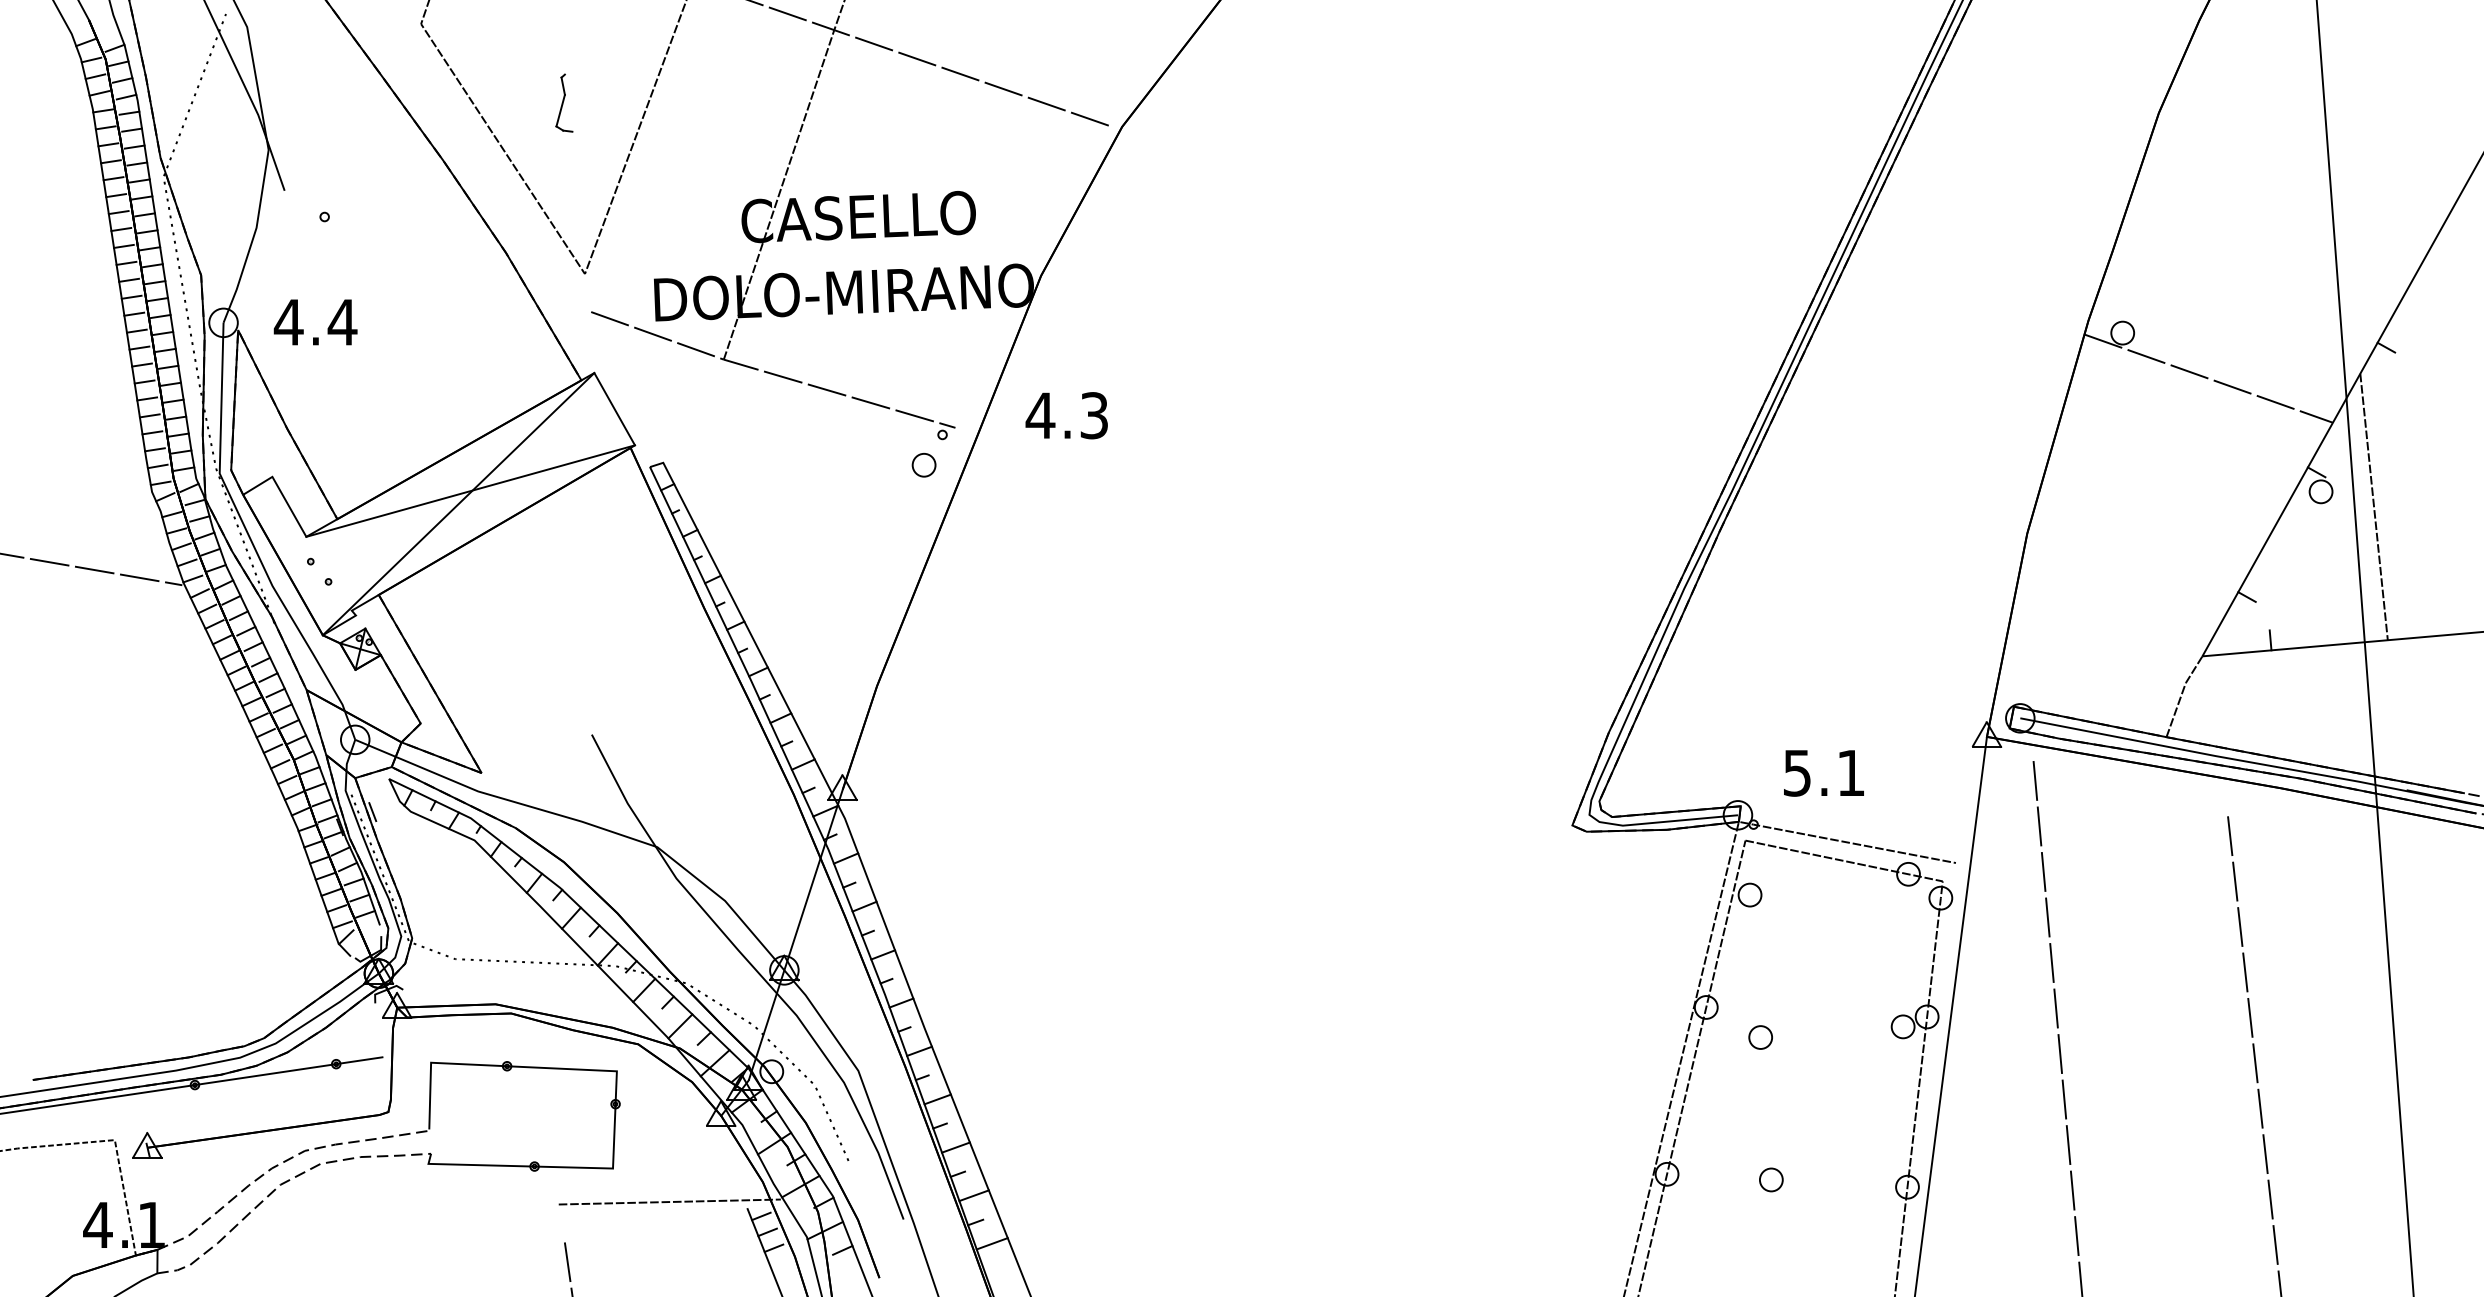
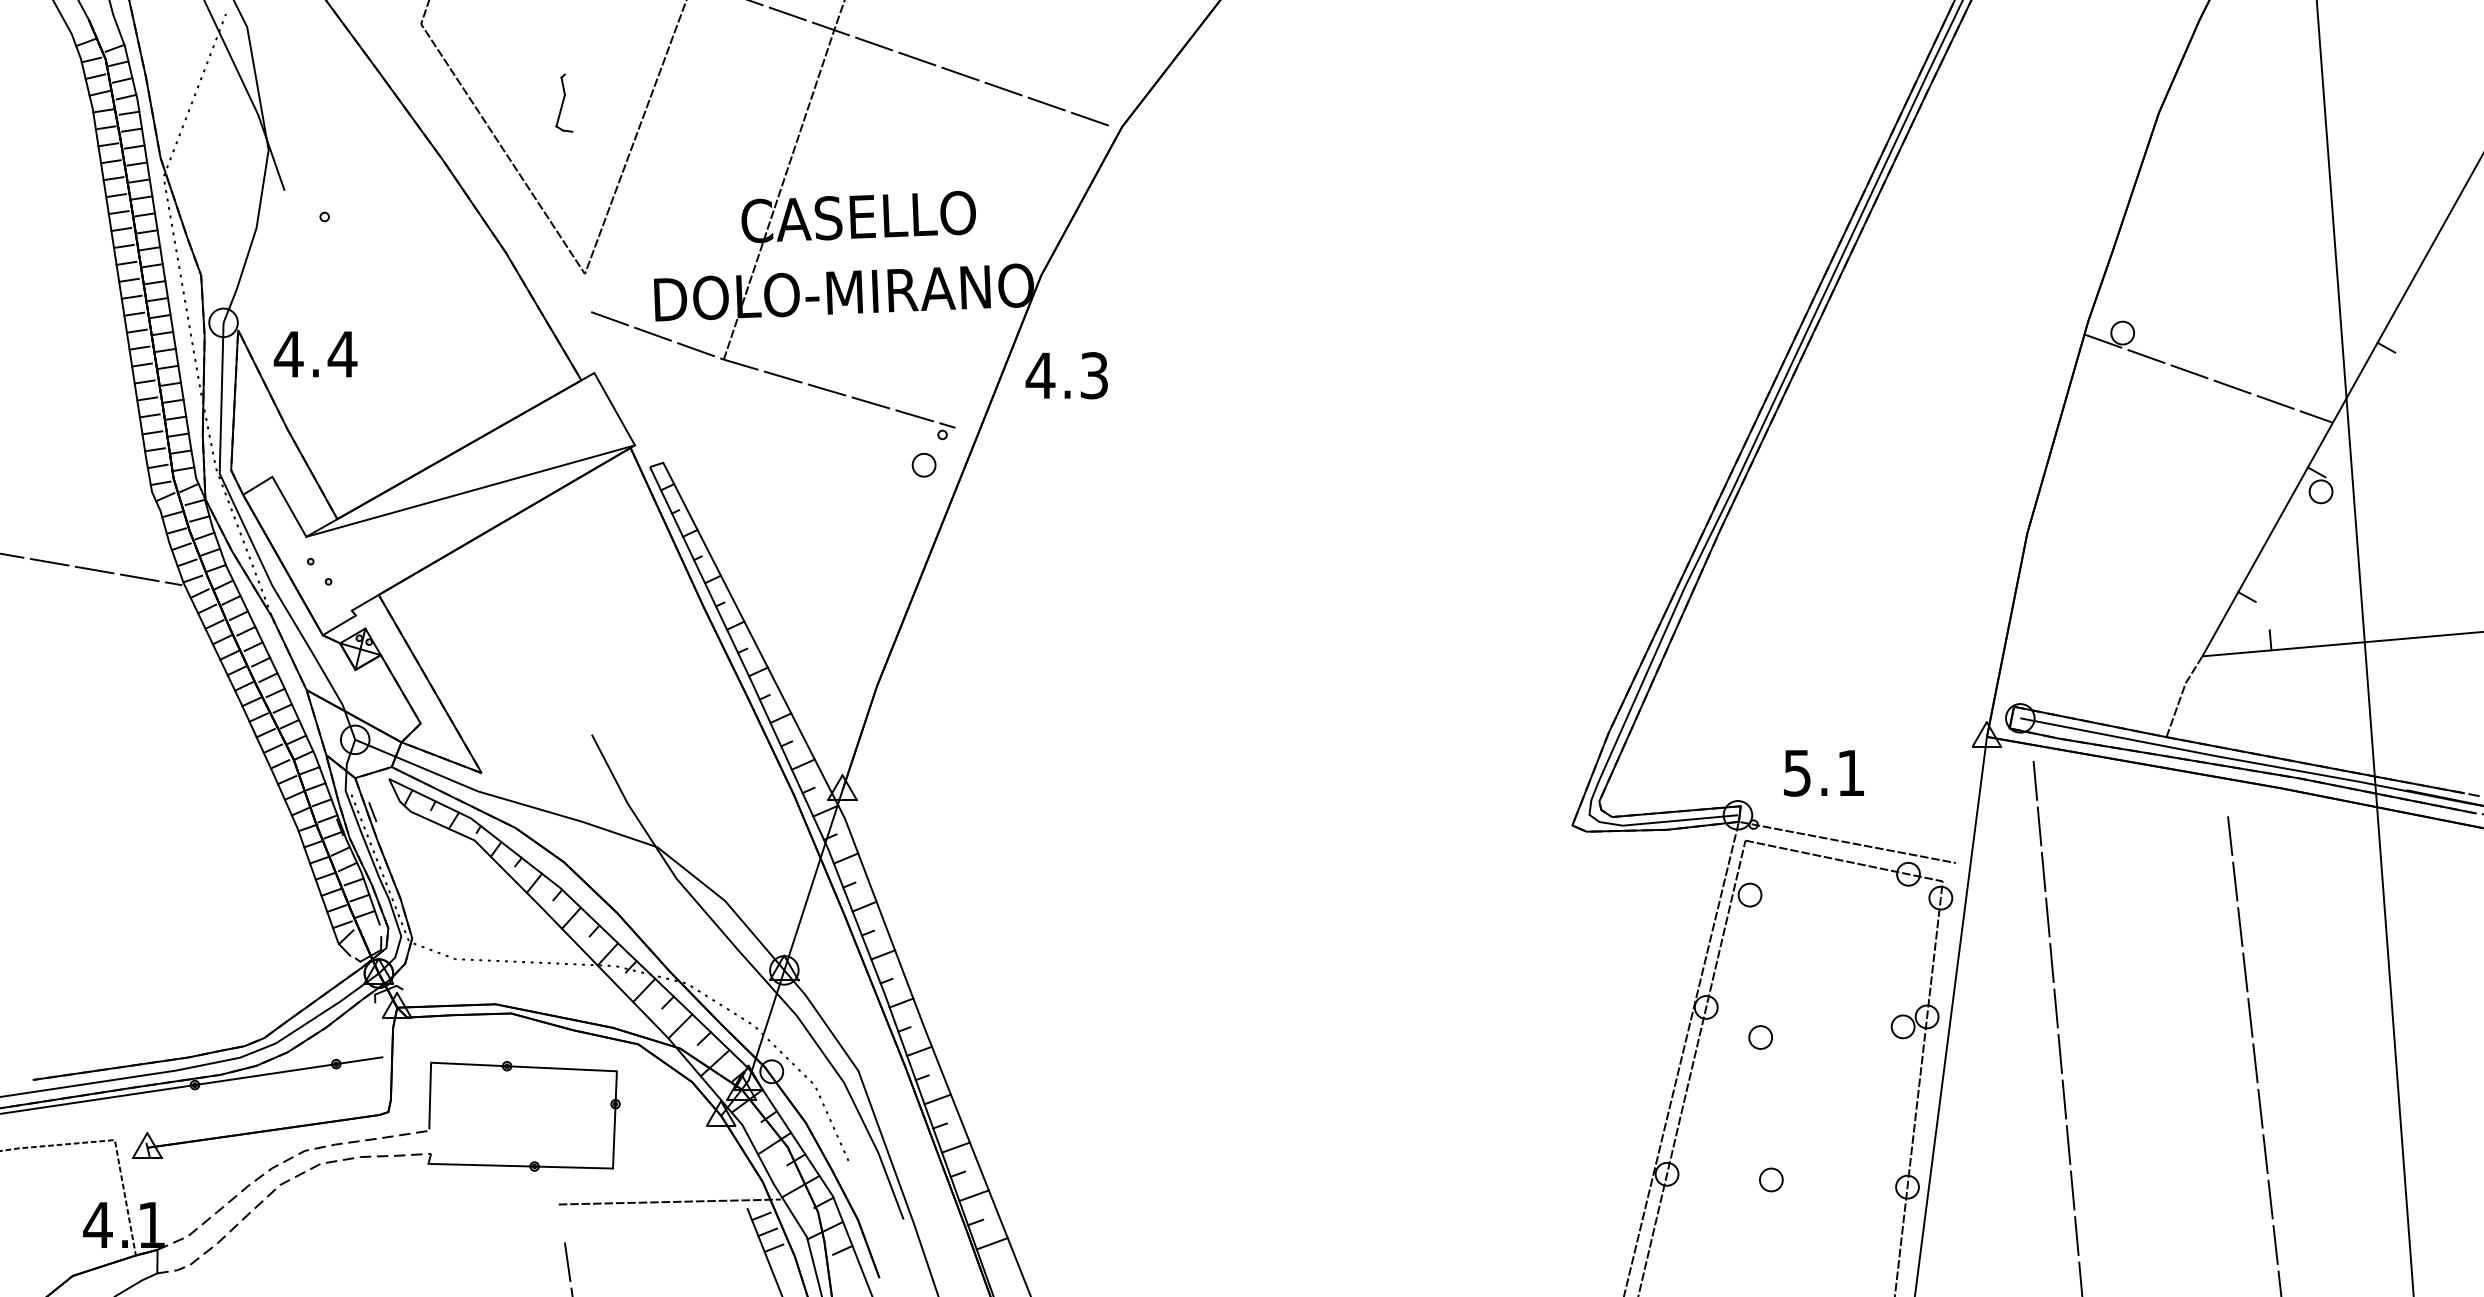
text at (315, 322) position: (315, 322) -> (315, 354)
text at (1066, 415) position: (1066, 415) -> (1066, 375)
line at (458, 504): present -> none
line at (2373, 506): present -> none
